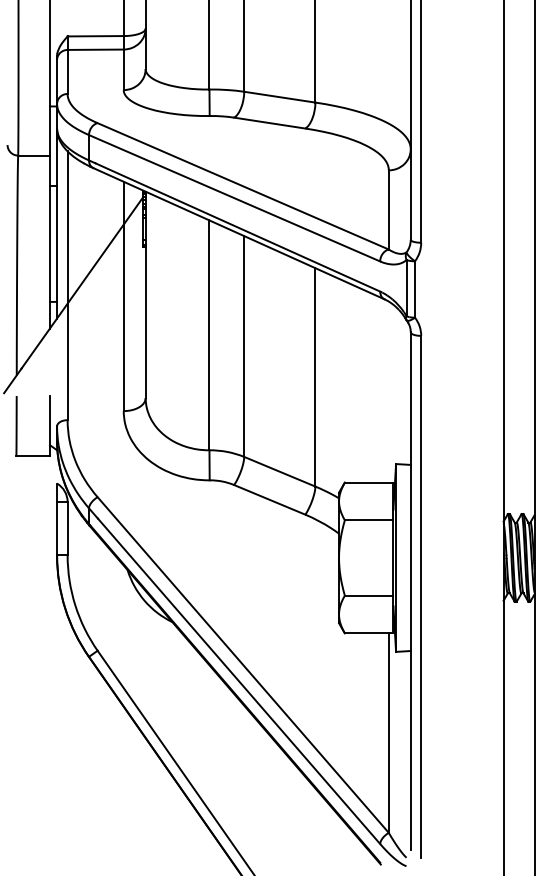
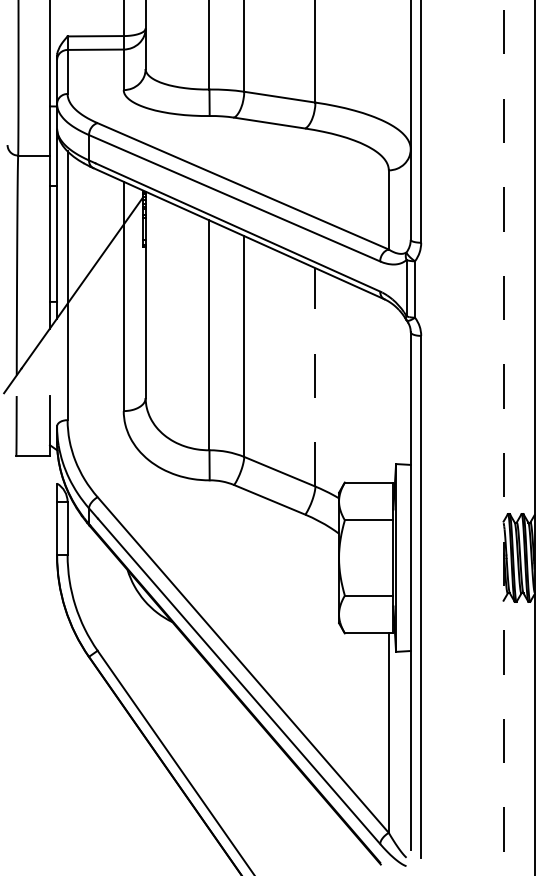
line at (315, 376): solid -> dashed
line at (503, 437): solid -> dashed
